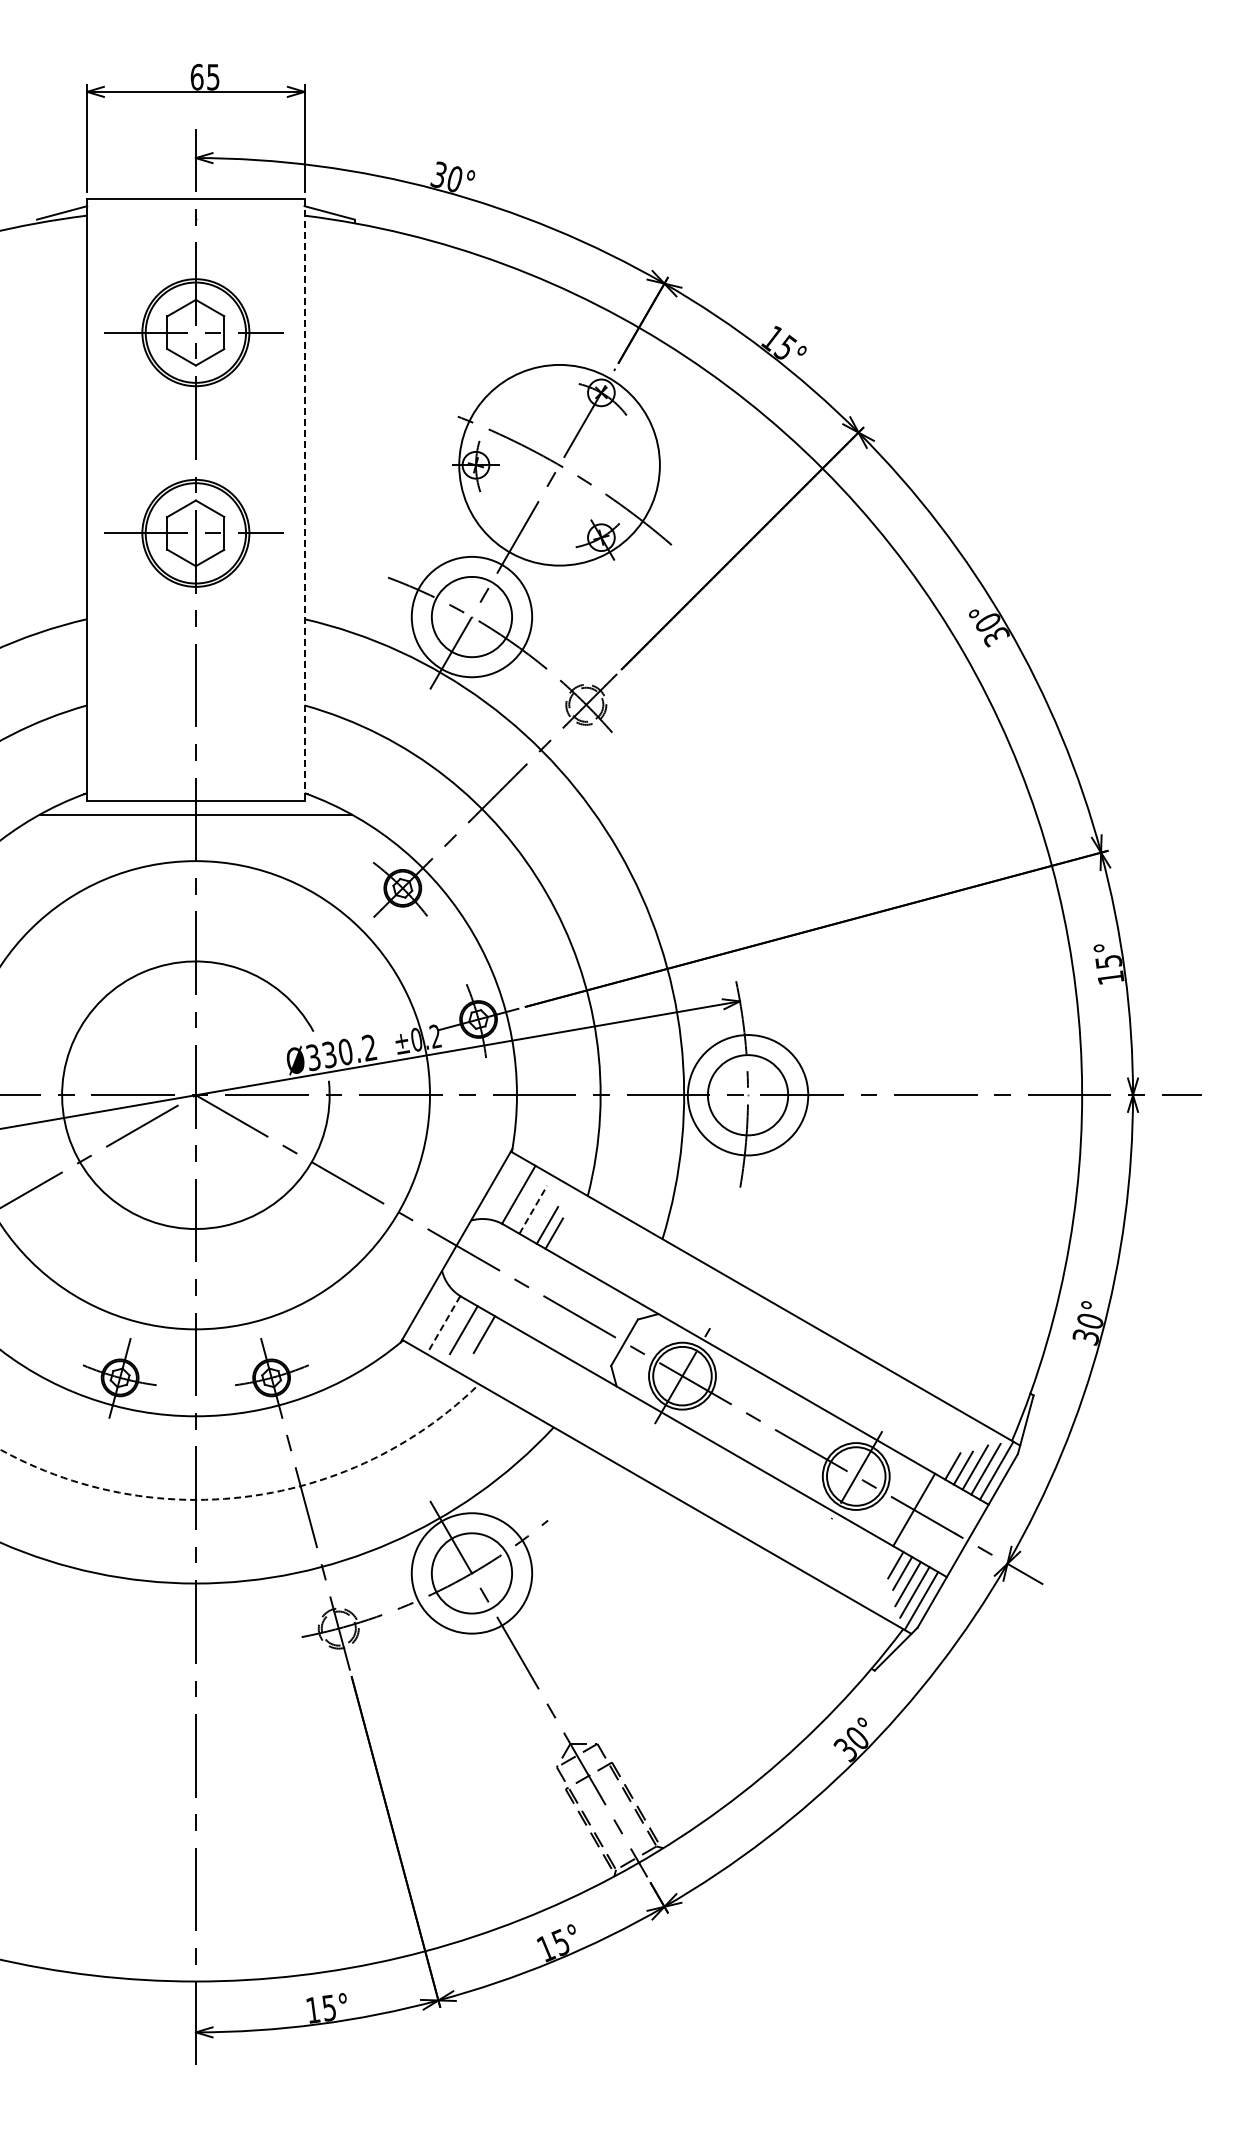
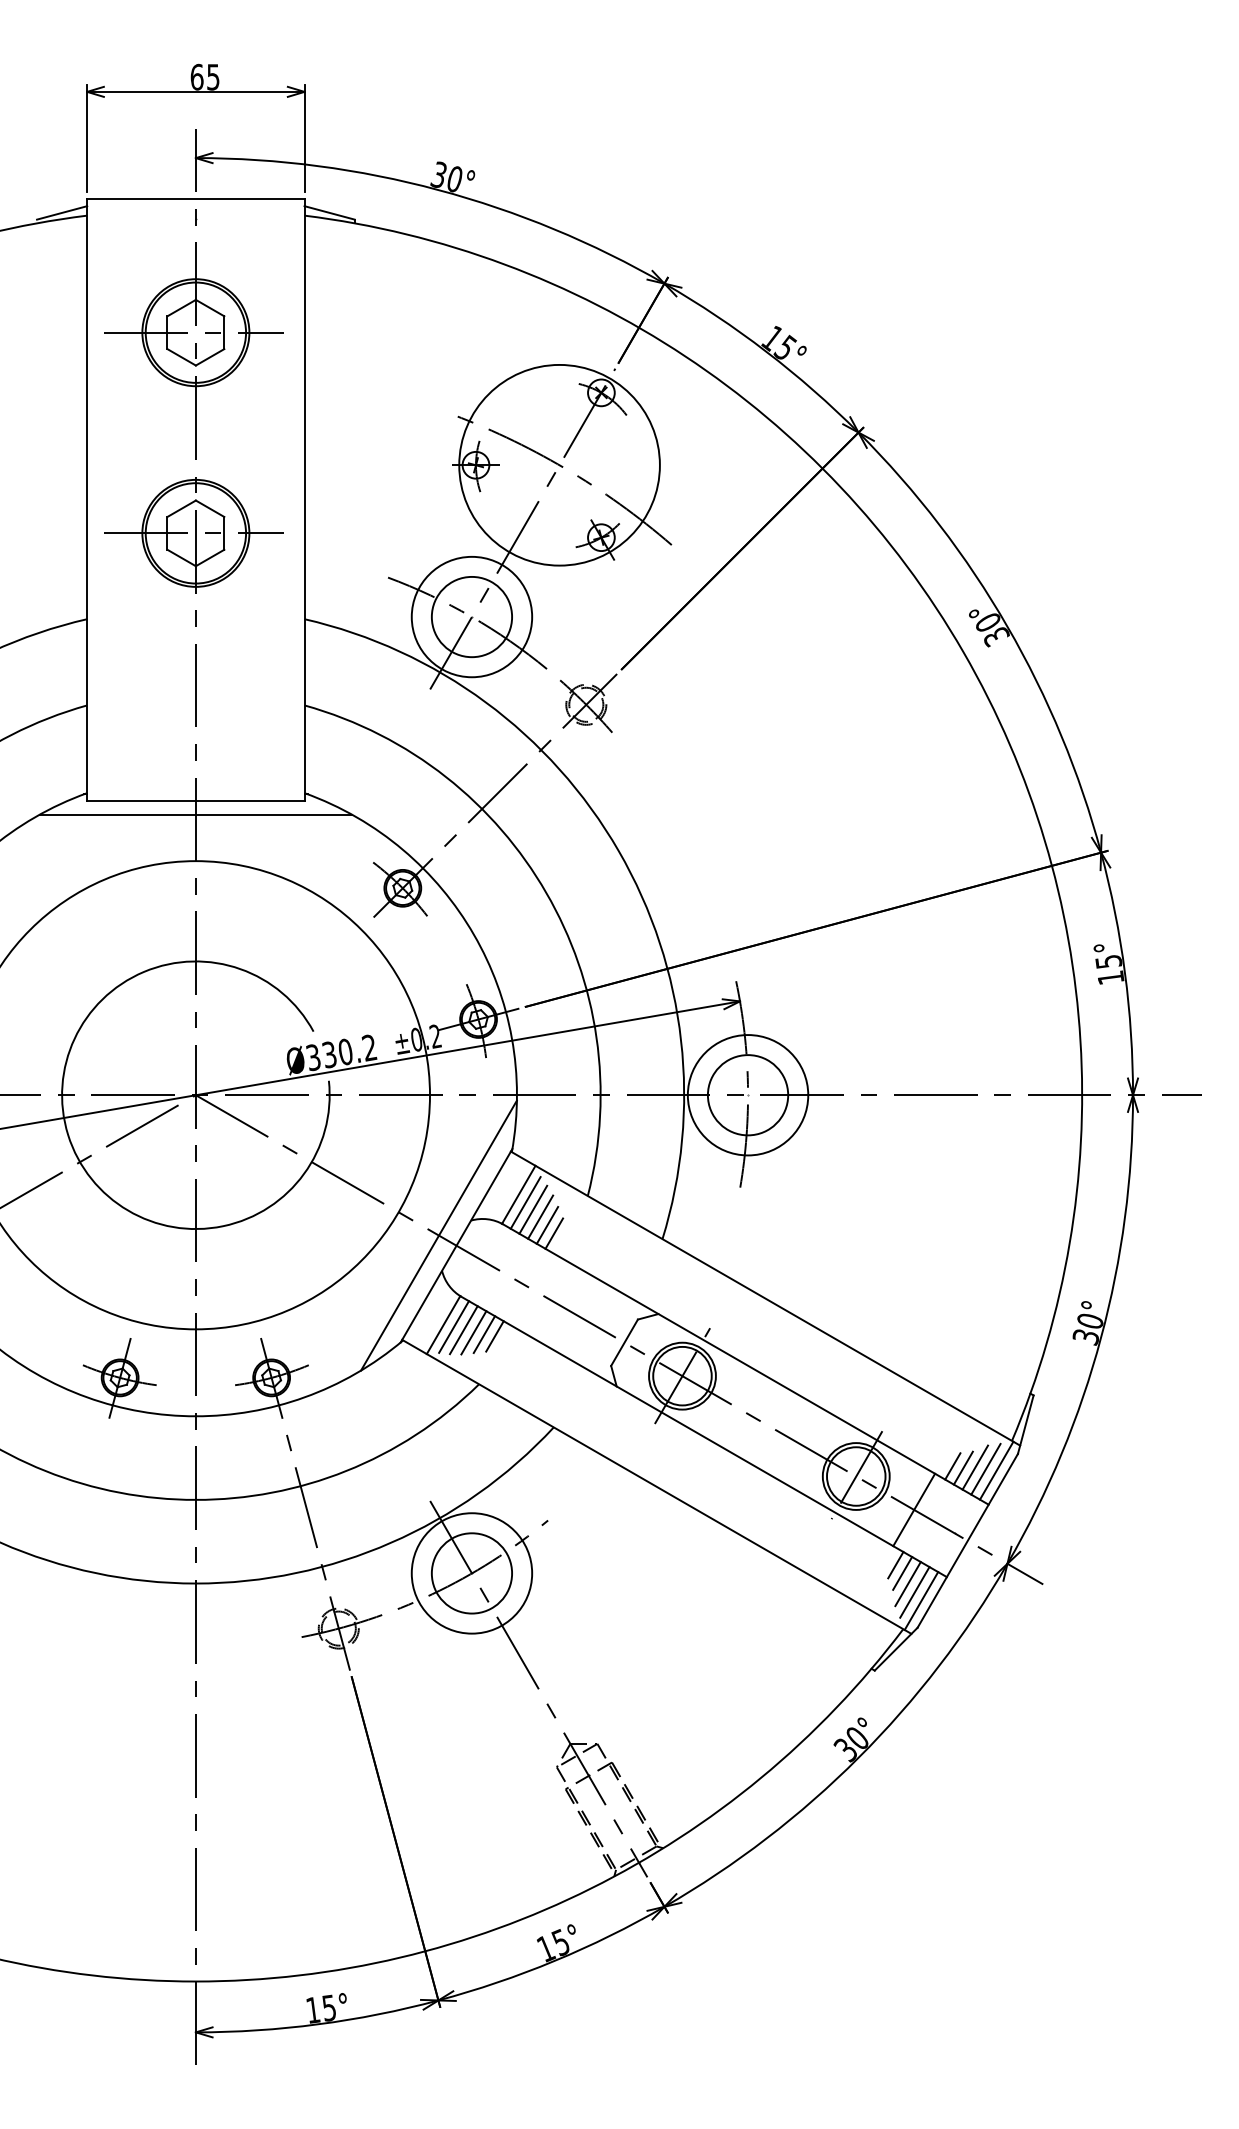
line at (304, 499): dashed -> solid
line at (525, 1202): none -> present
line at (533, 1209): dashed -> solid
line at (540, 1216): none -> present
line at (438, 1235): none -> present
line at (443, 1325): dashed -> solid
line at (453, 1326): none -> present
line at (473, 1332): none -> present
line at (494, 1336): none -> present
arc at (249, 1496): dashed -> solid
